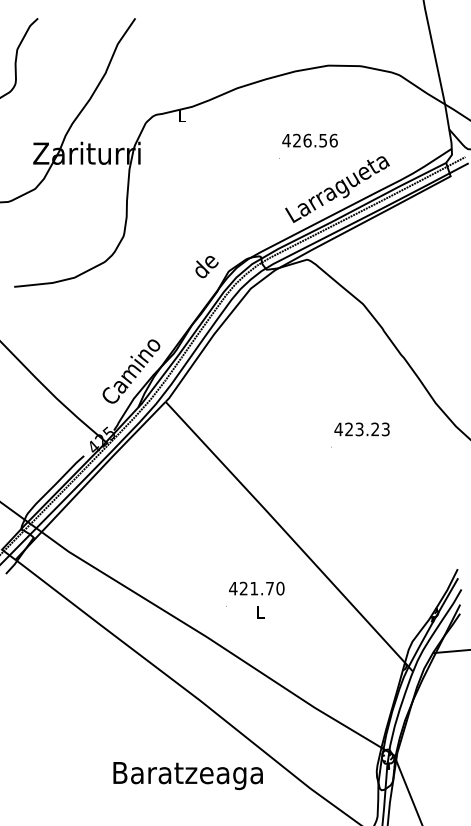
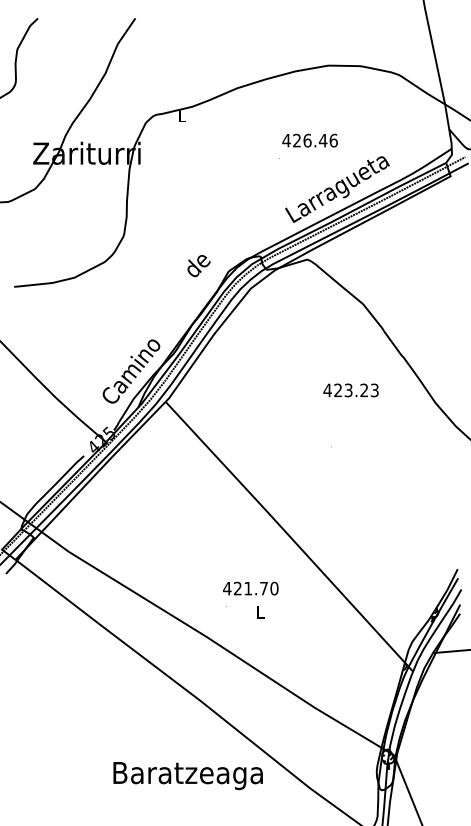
text at (322, 140): 426.56 -> 426.46
text at (206, 267) position: (206, 267) -> (198, 266)
text at (361, 429) position: (361, 429) -> (350, 390)
text at (256, 588) position: (256, 588) -> (250, 588)
